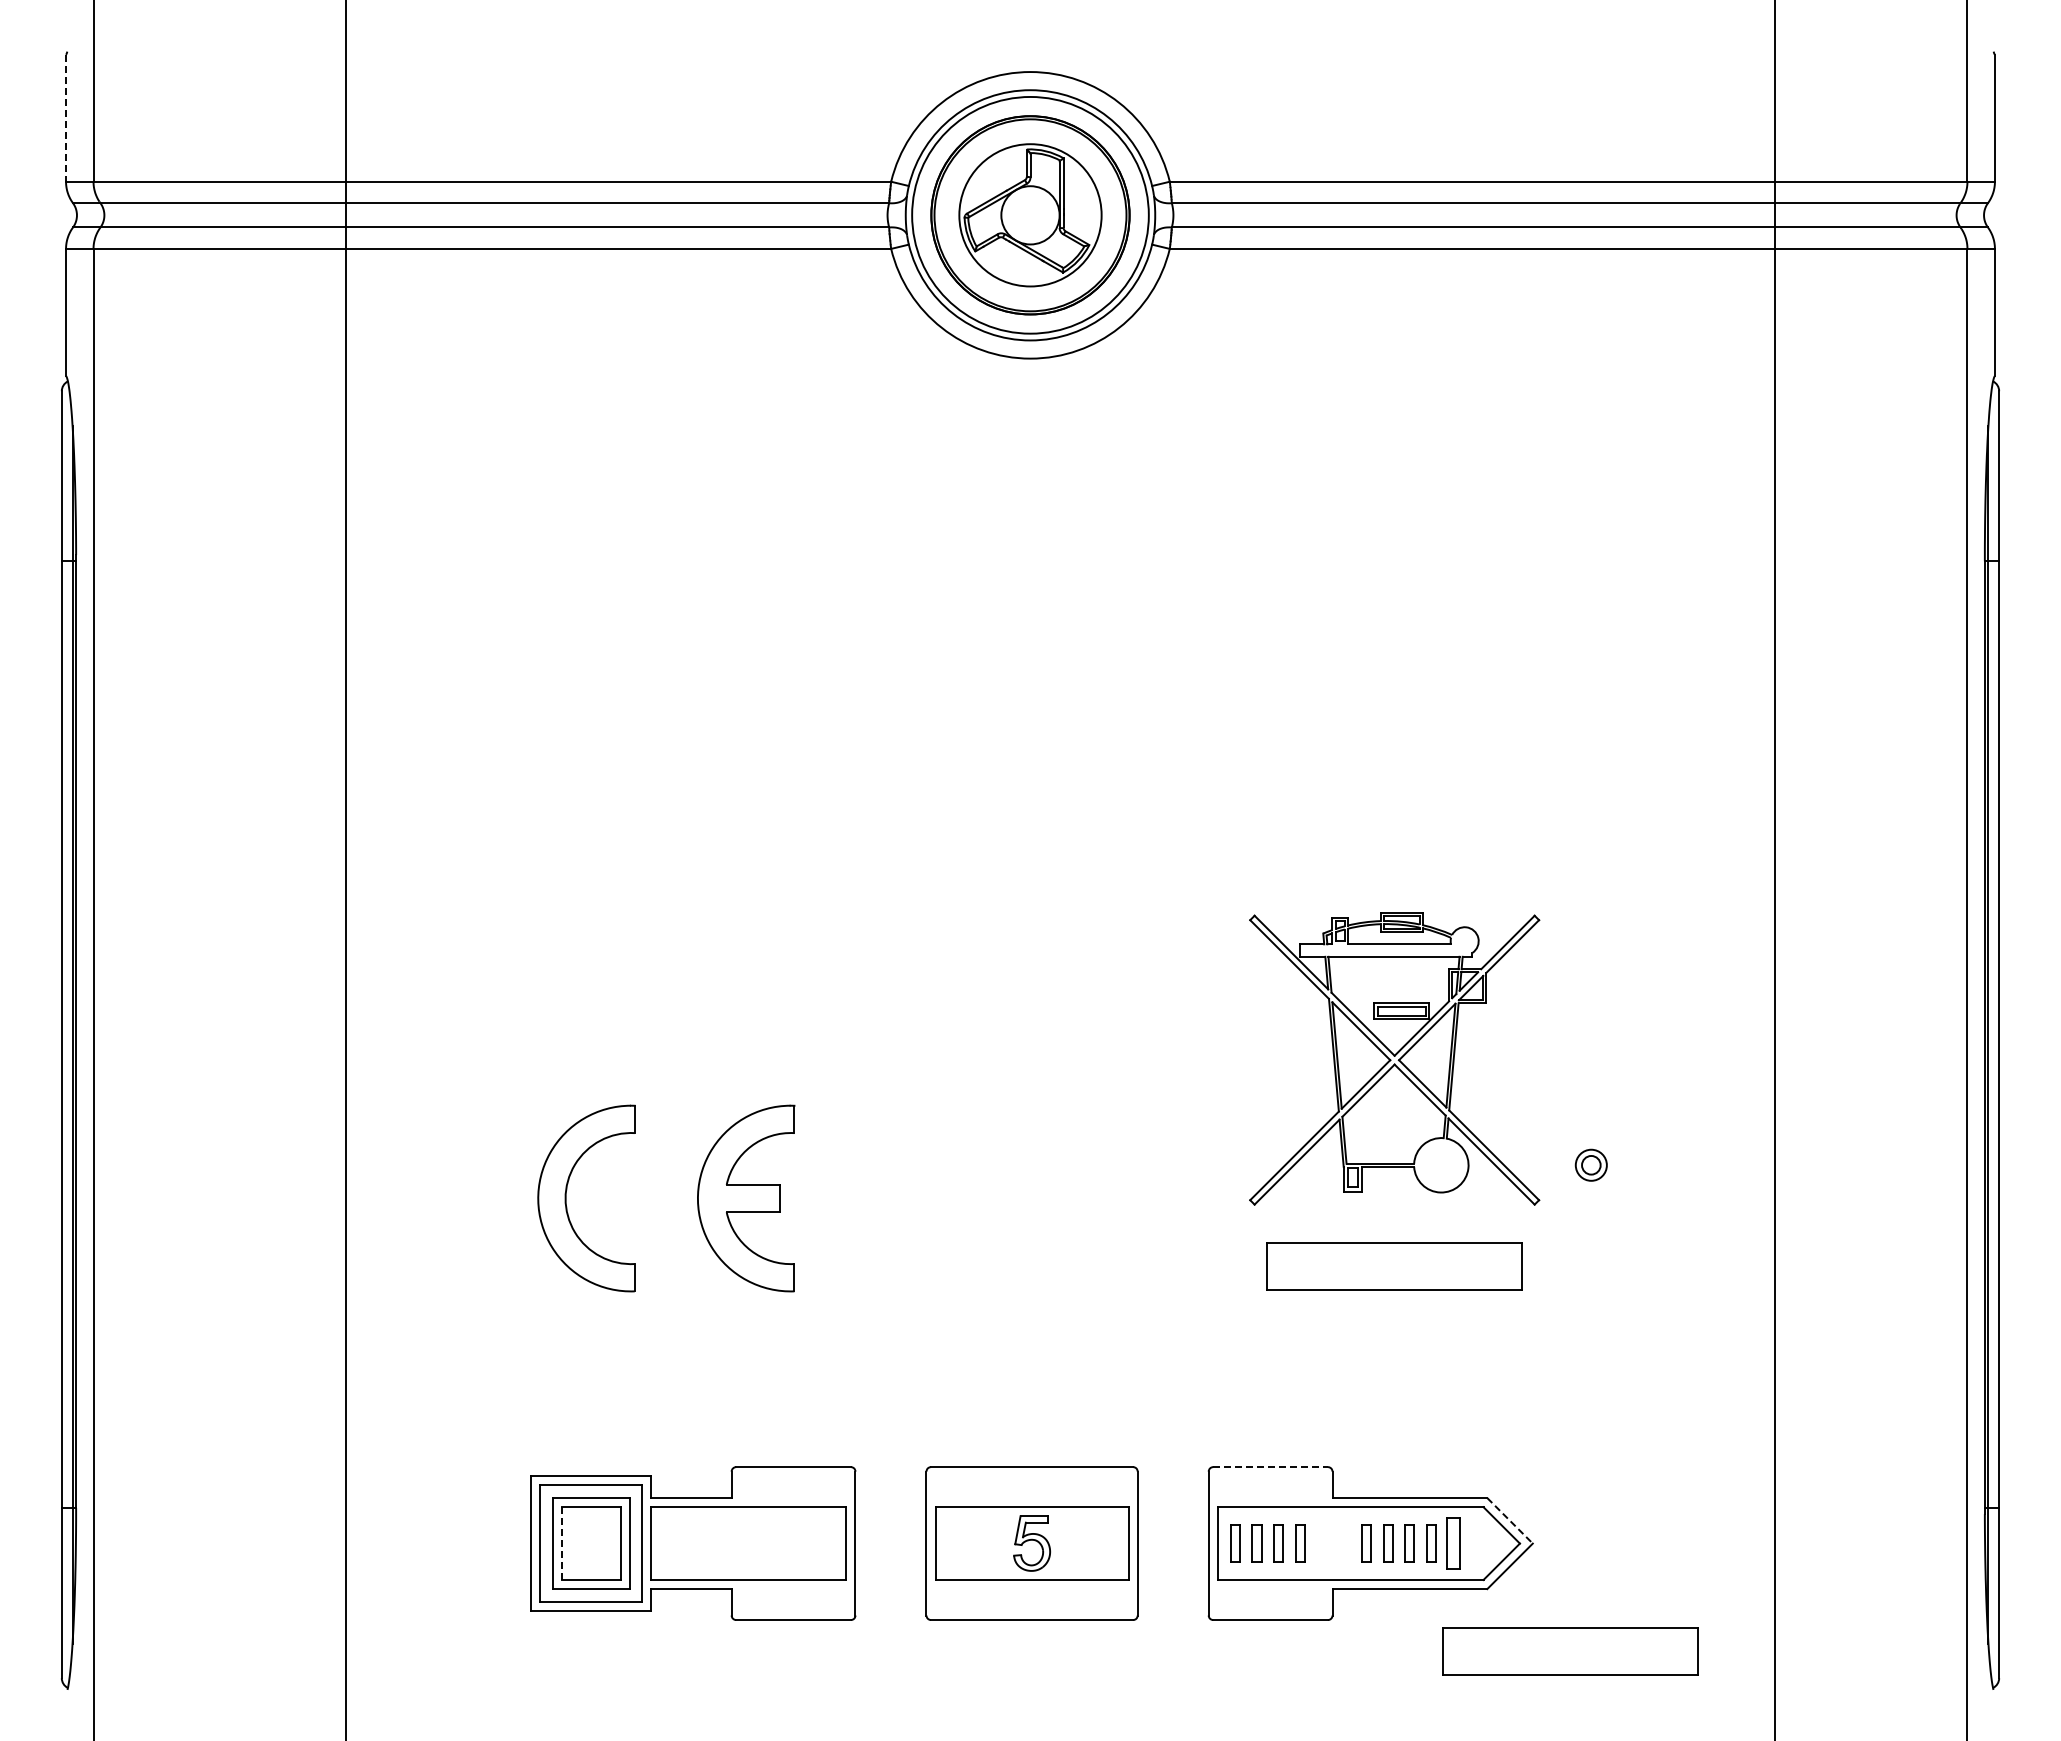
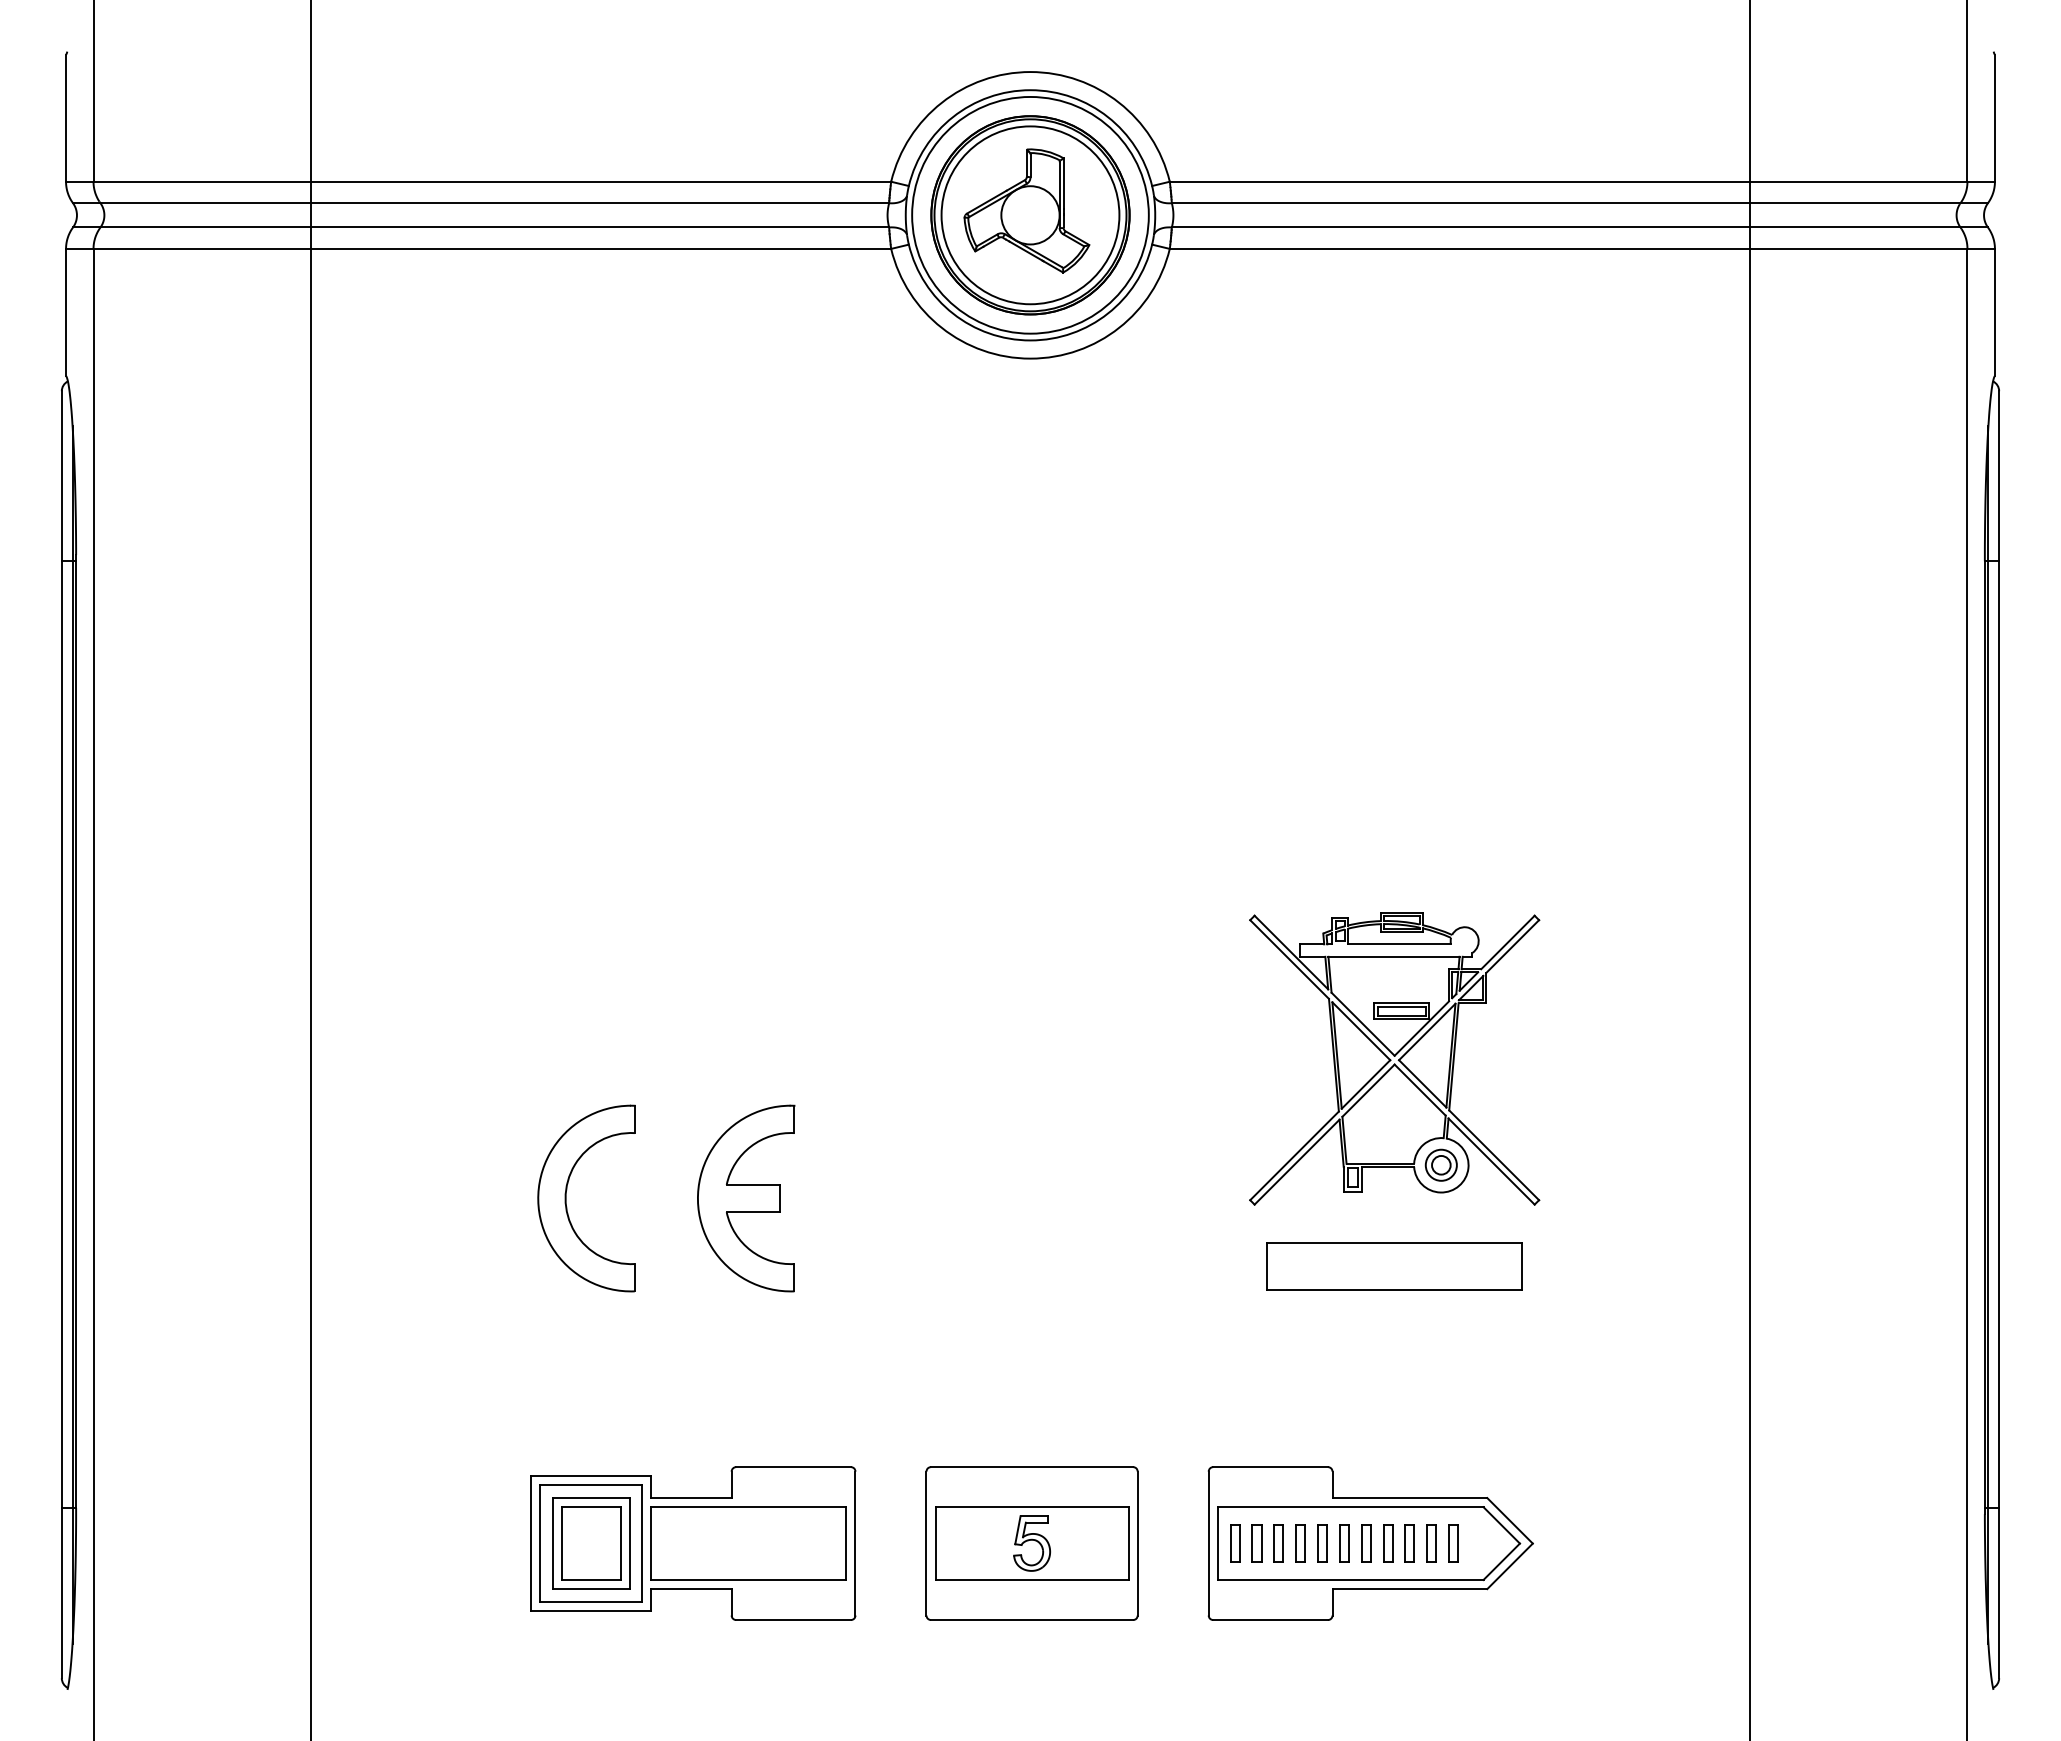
line at (66, 118): dashed -> solid
circle at (1030, 215) diameter: 142 px -> 178 px
line at (346, 869) position: (346, 869) -> (311, 869)
line at (1774, 869) position: (1774, 869) -> (1749, 869)
part at (1590, 1164) position: (1590, 1164) -> (1440, 1164)
line at (1271, 1467): dashed -> solid
line at (1510, 1521): dashed -> solid
line at (562, 1543): dashed -> solid
part at (1322, 1543): none -> present
part at (1344, 1543): none -> present
part at (1453, 1543) size: 15x53 px -> 11x39 px
part at (1570, 1651): present -> none
